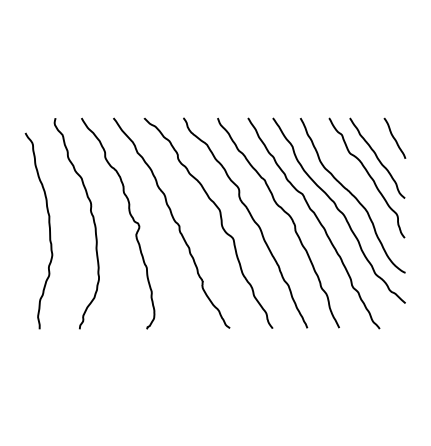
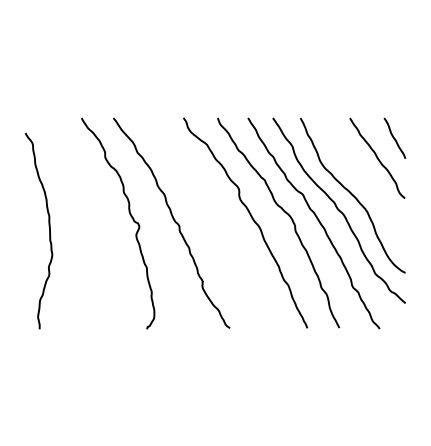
curve at (368, 175): present -> none
curve at (92, 219): present -> none
curve at (220, 223): present -> none
